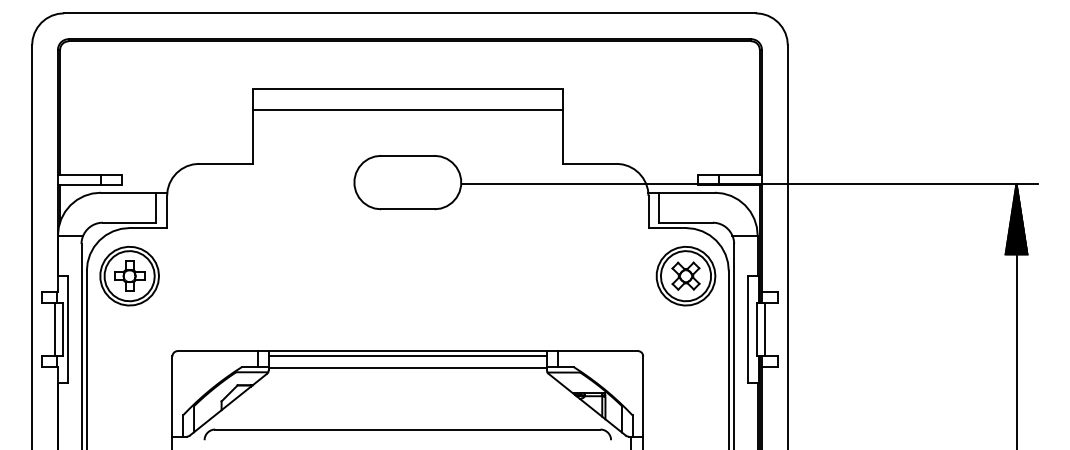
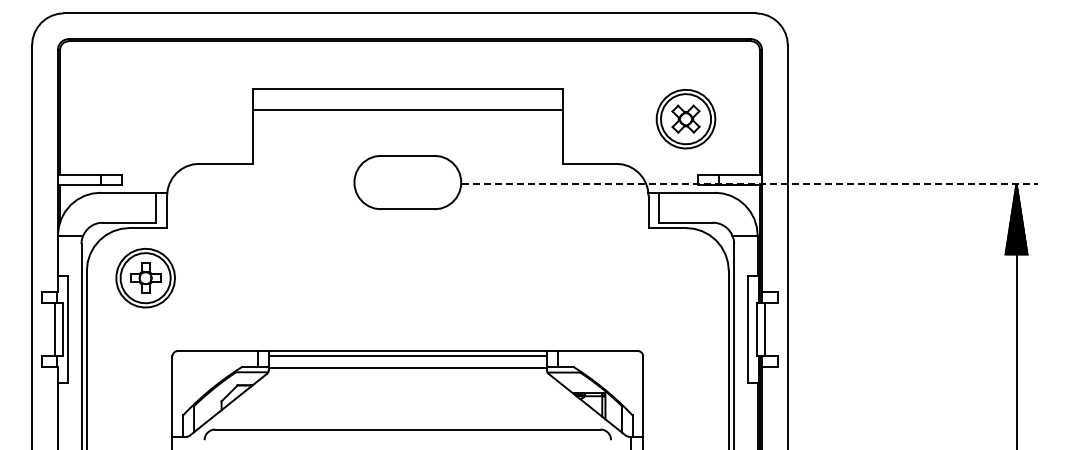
line at (750, 183): solid -> dashed
part at (685, 275) position: (685, 275) -> (685, 118)
part at (129, 276) position: (129, 276) -> (145, 278)
